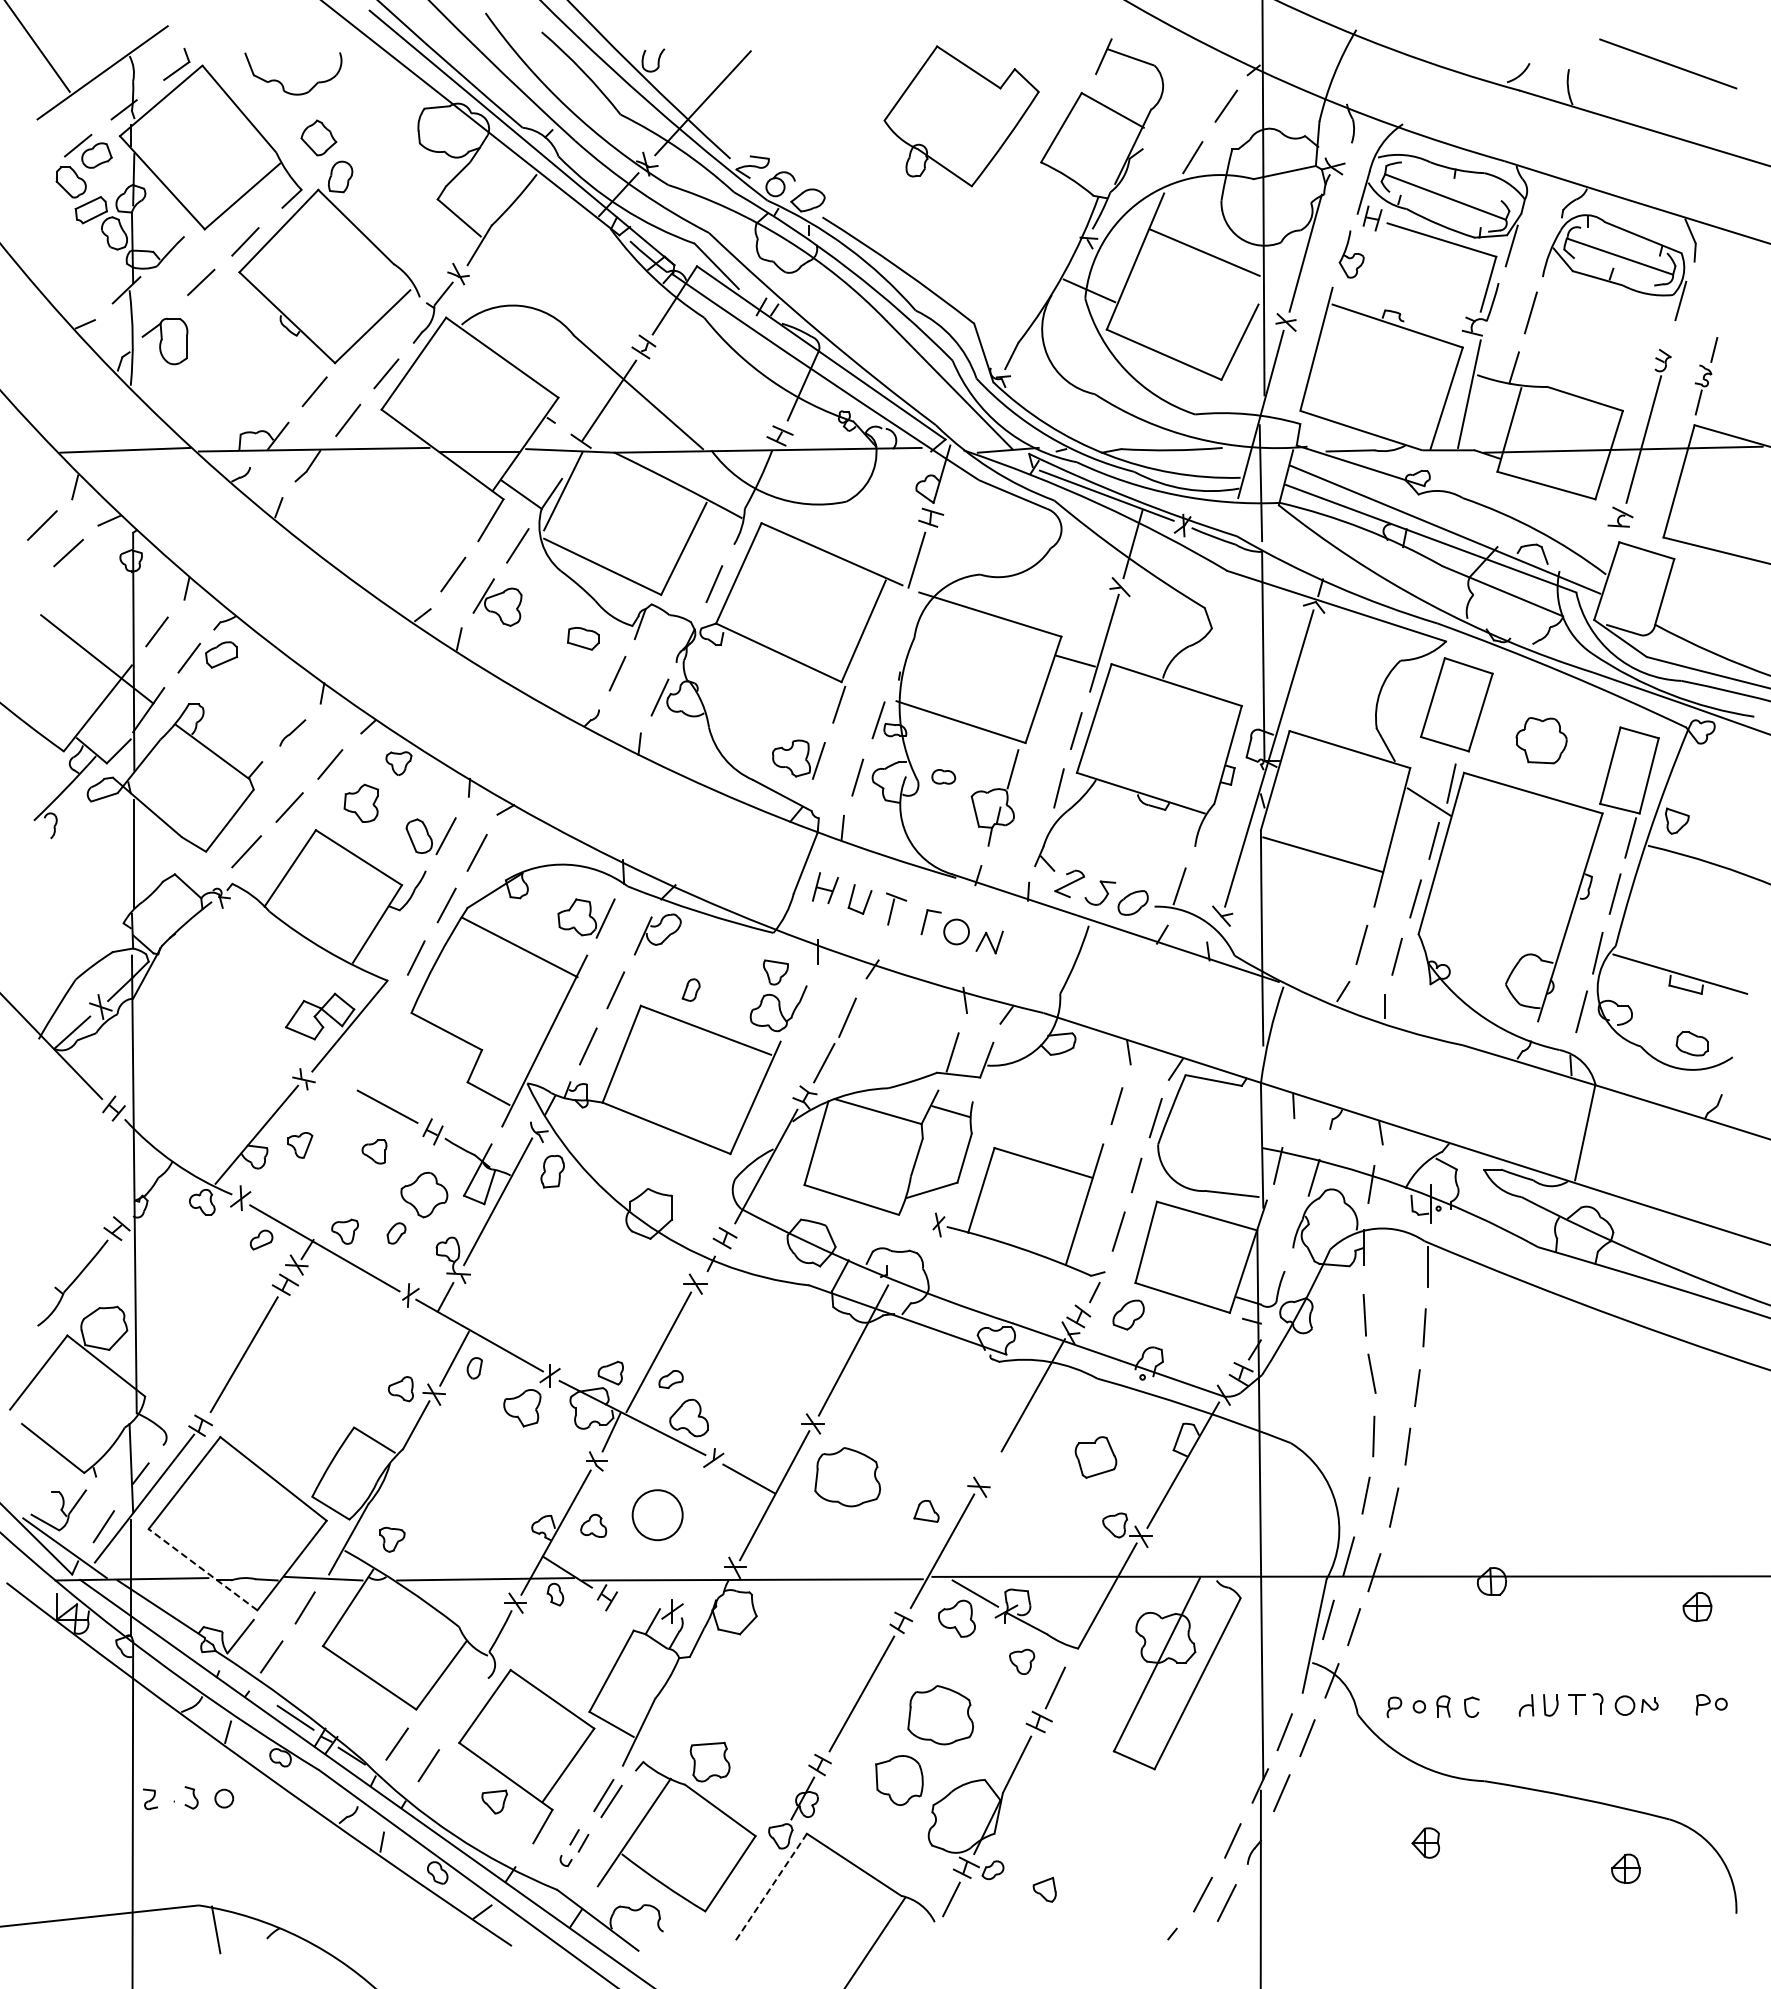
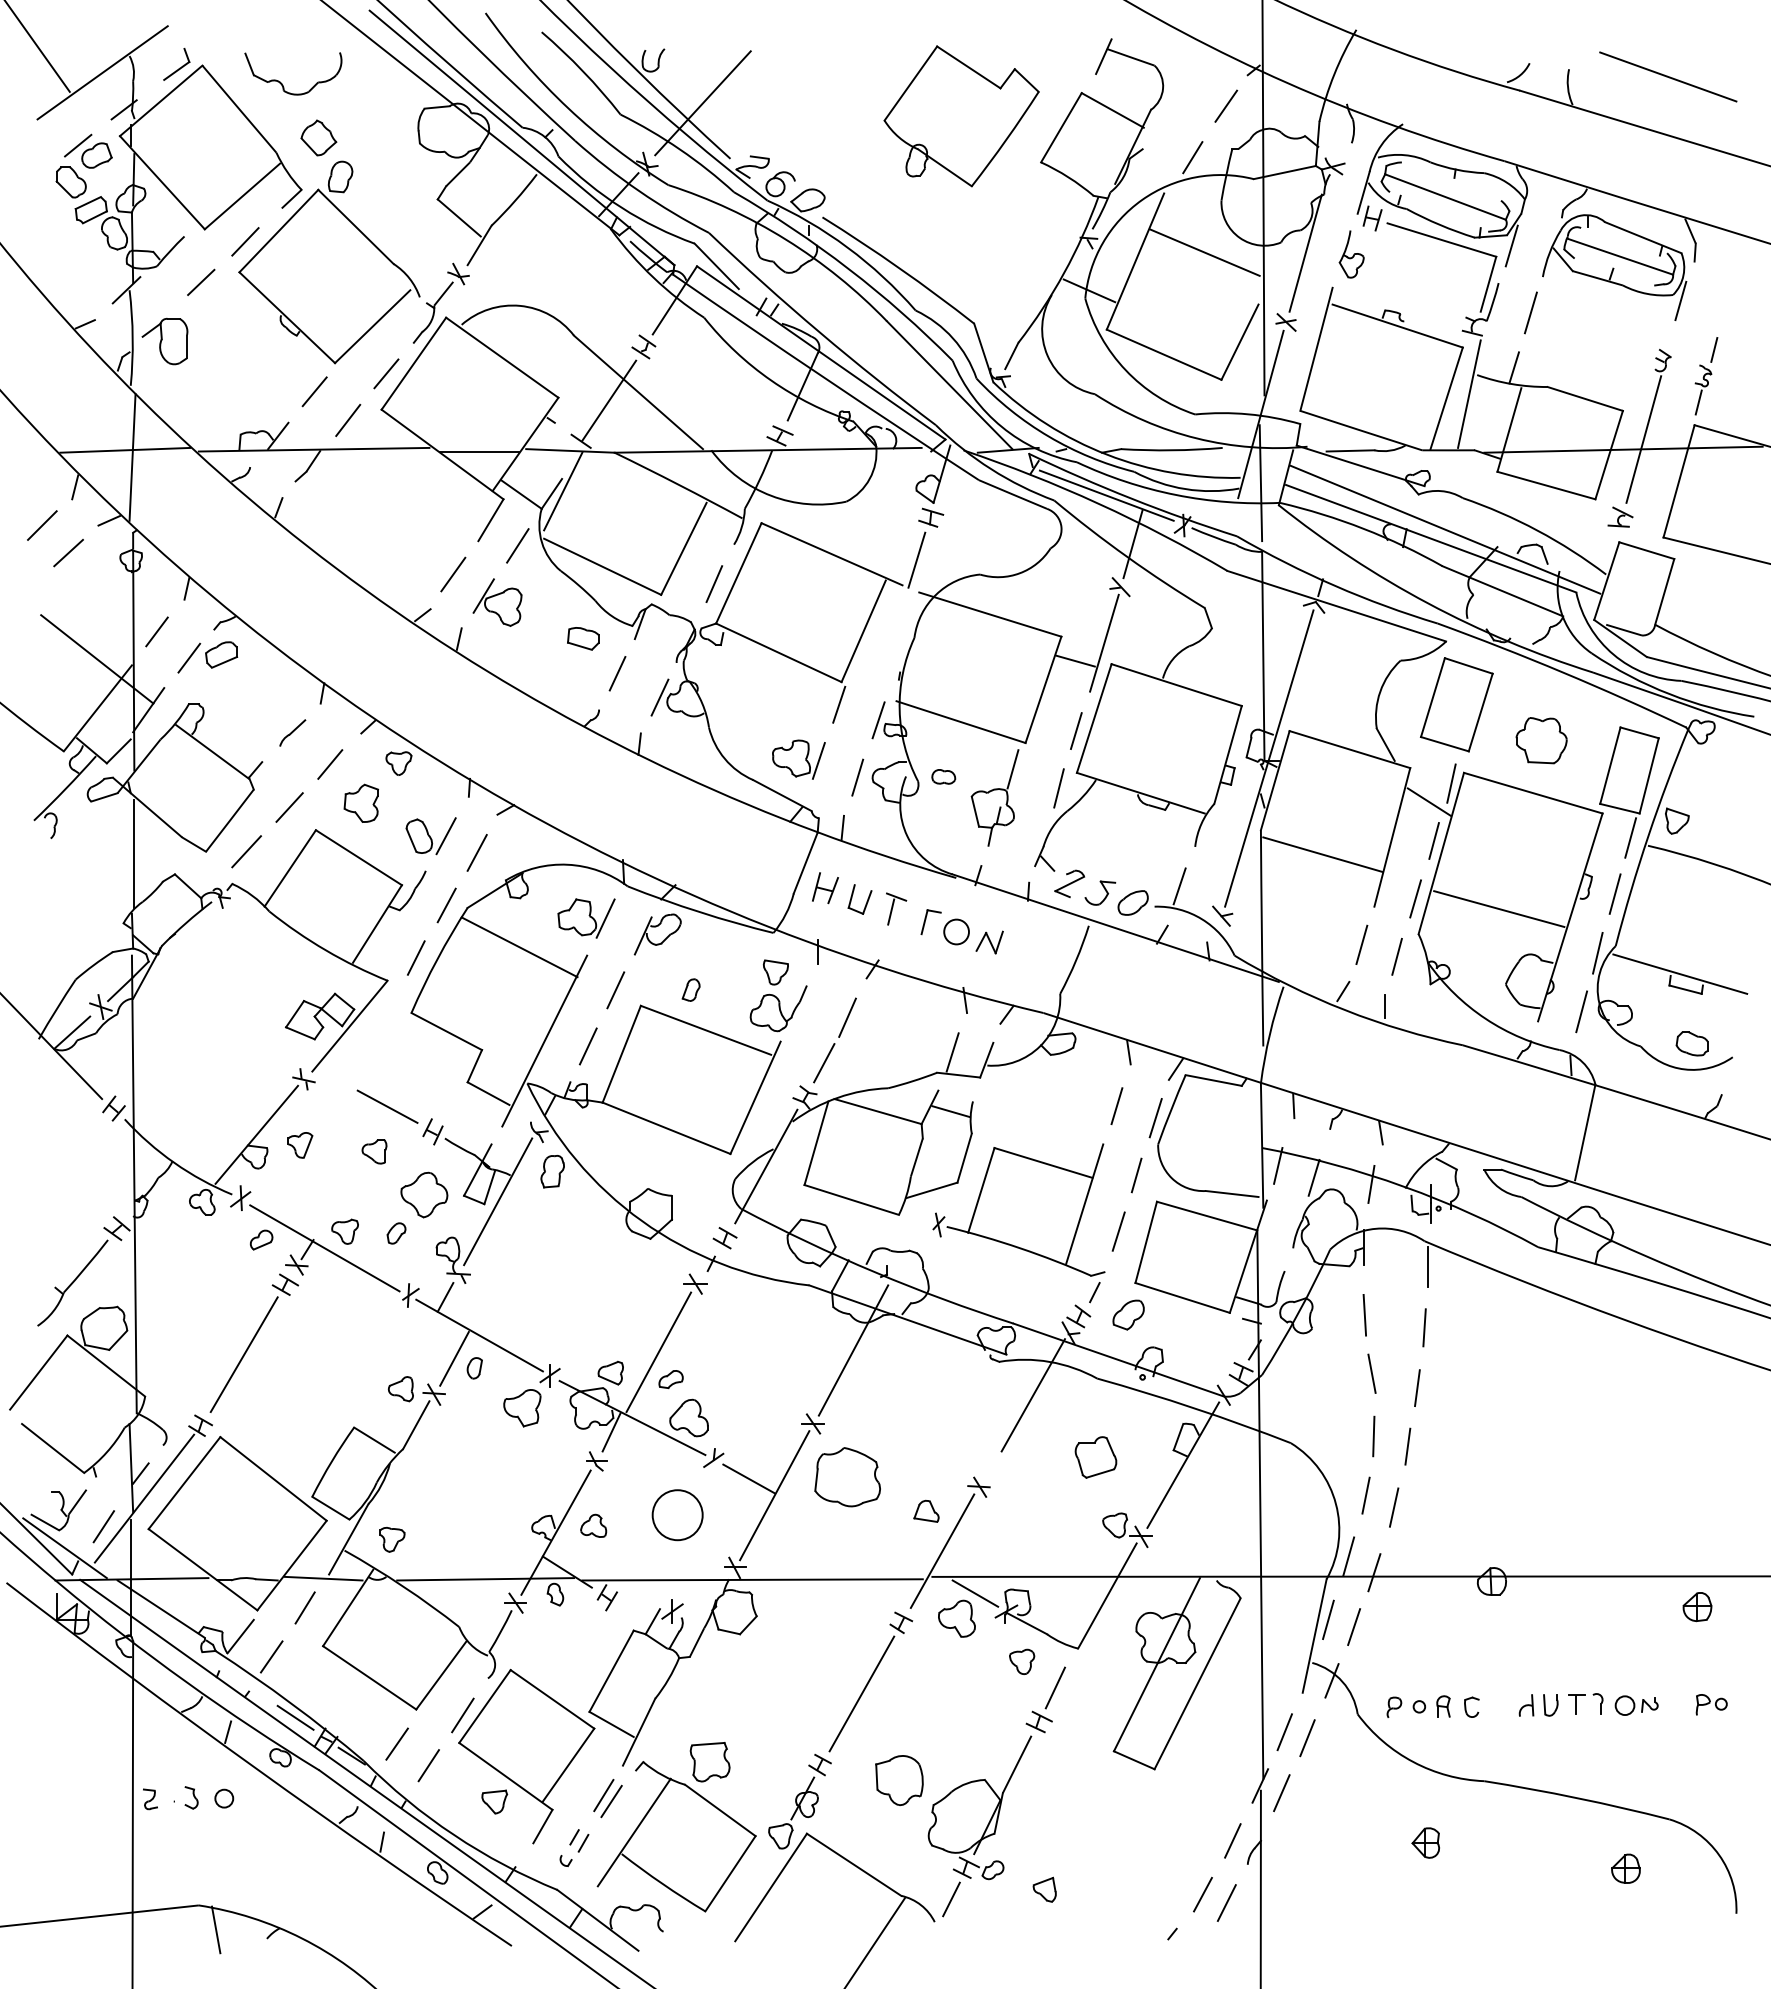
line at (1668, 63) position: (1668, 63) -> (1668, 76)
line at (132, 457): none -> present
line at (1499, 909): none -> present
circle at (657, 1515) position: (657, 1515) -> (677, 1515)
line at (203, 1569): dashed -> solid
line at (462, 1715): none -> present
part at (940, 1715): present -> none
line at (771, 1887): dashed -> solid
